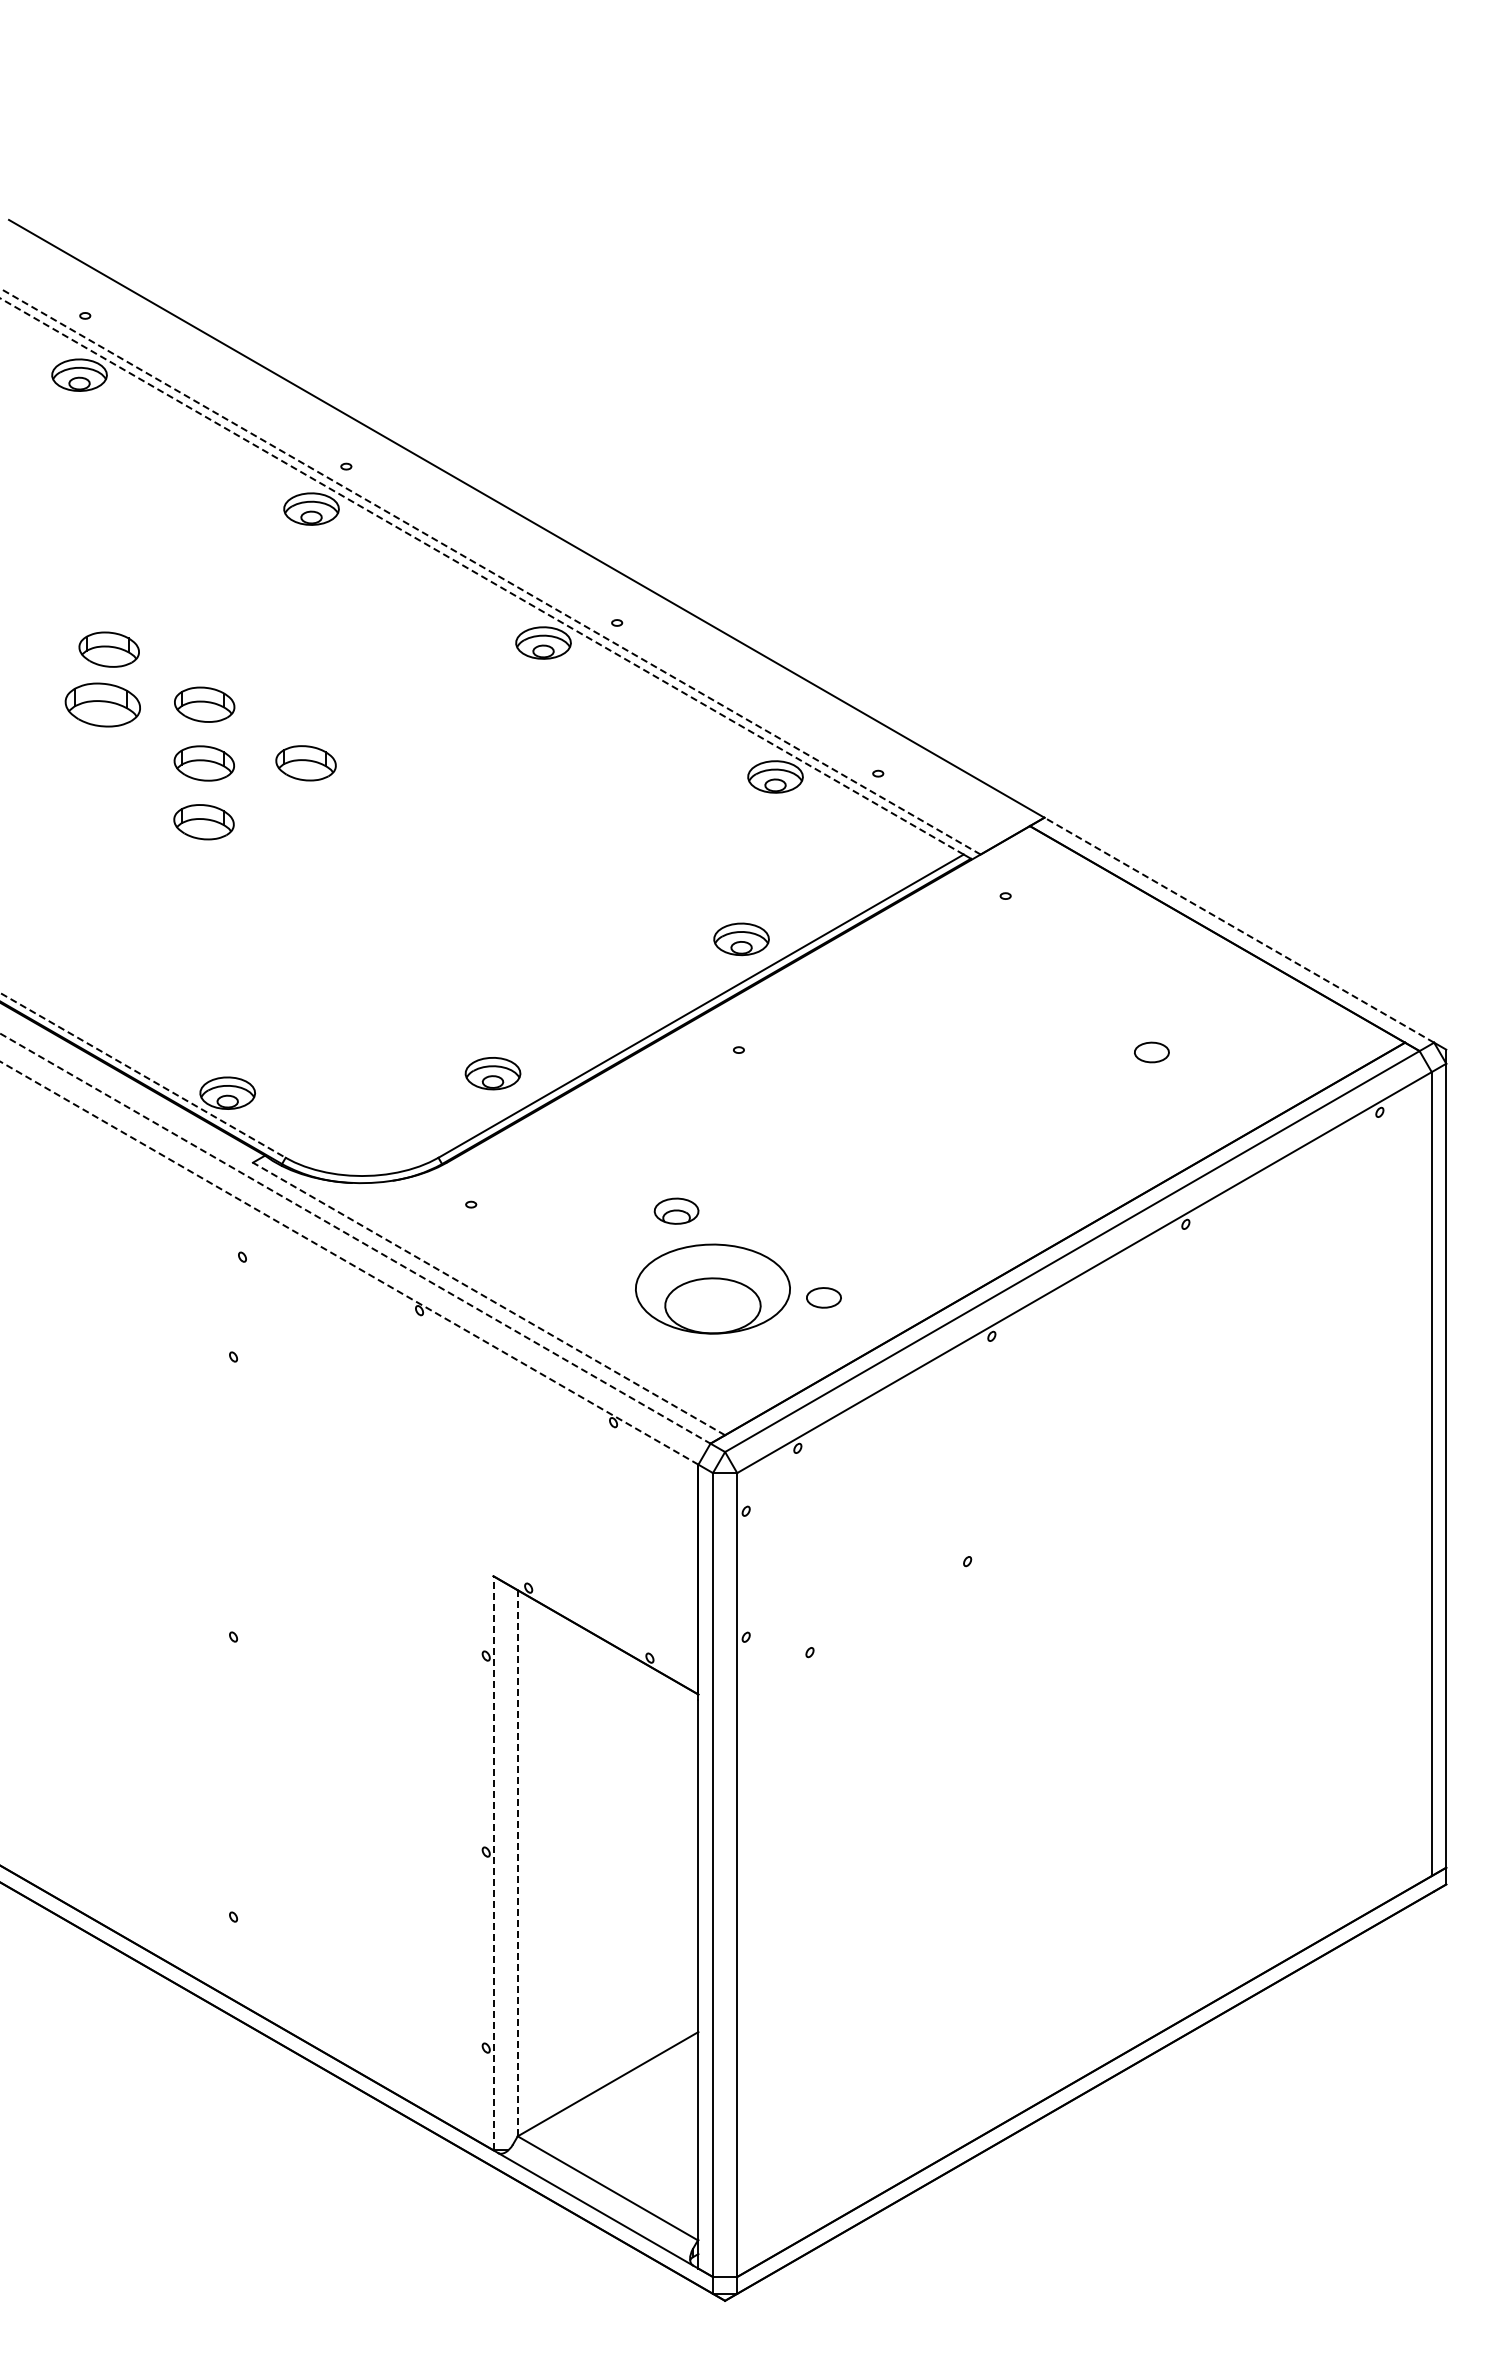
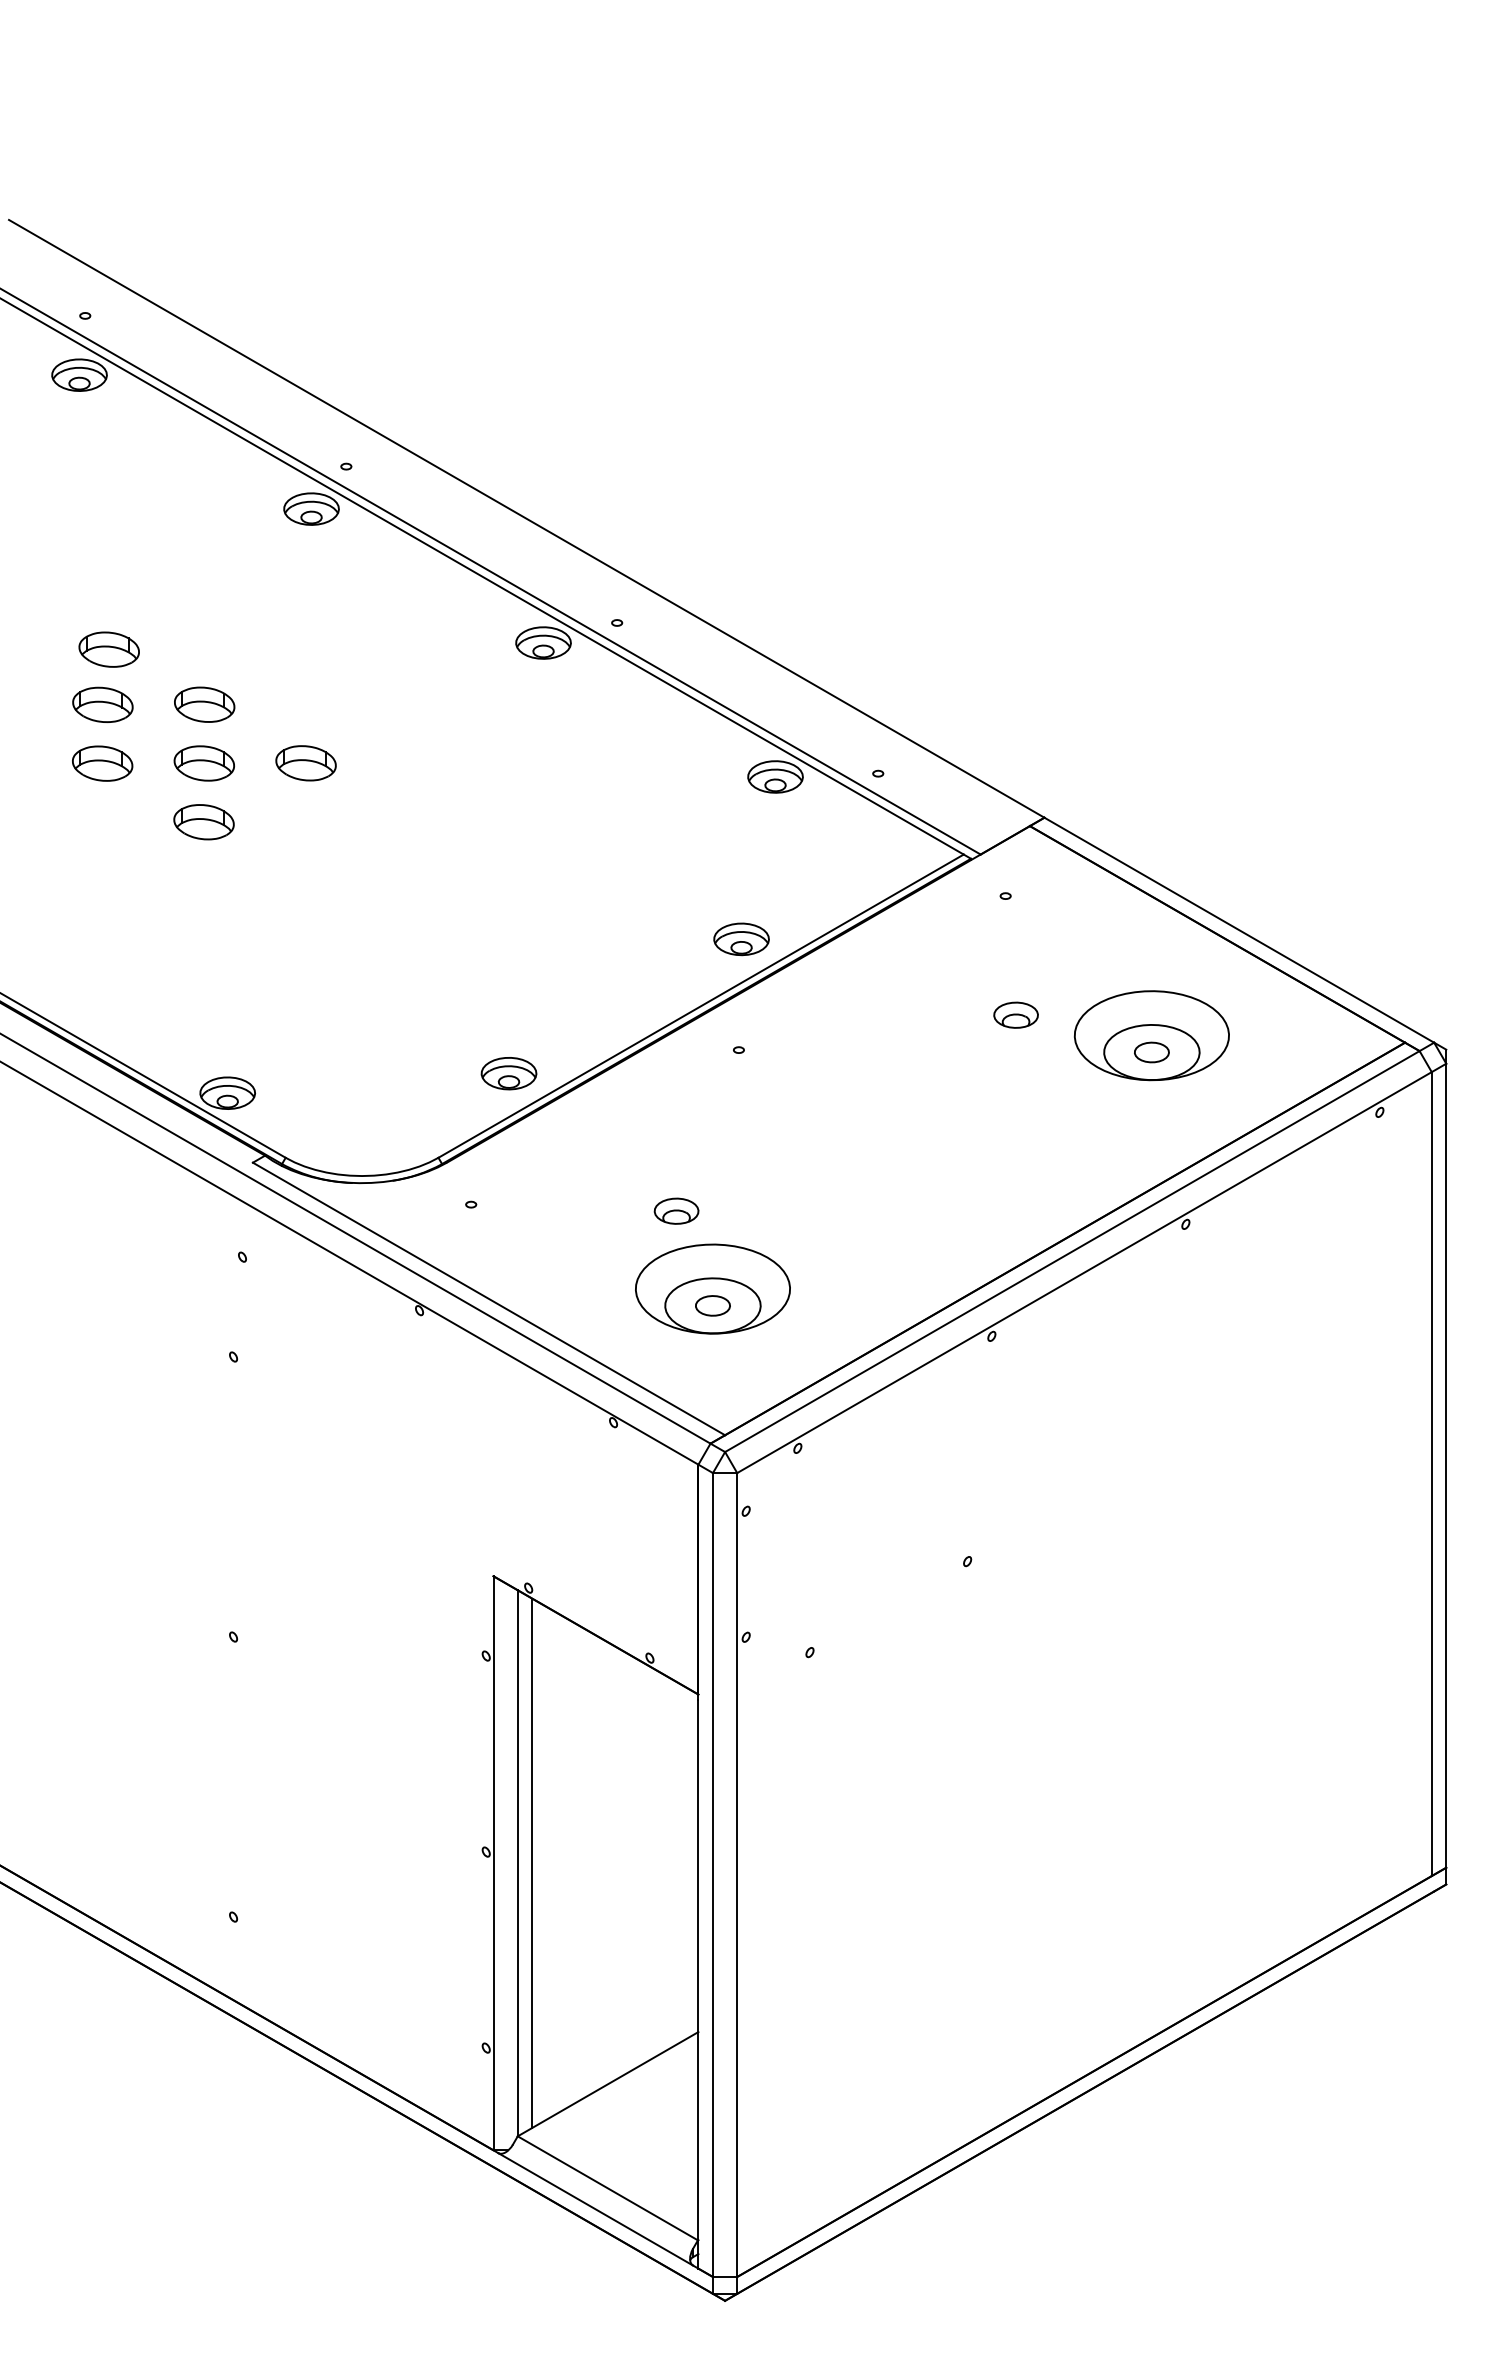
line at (490, 571): dashed -> solid
line at (481, 576): dashed -> solid
part at (102, 704) size: 77x46 px -> 62x37 px
part at (102, 763): none -> present
line at (1239, 930): dashed -> solid
part at (1015, 1014): none -> present
part at (1151, 1035): none -> present
part at (492, 1073) position: (492, 1073) -> (508, 1073)
line at (142, 1075): dashed -> solid
line at (355, 1238): dashed -> solid
line at (349, 1263): dashed -> solid
part at (823, 1297) position: (823, 1297) -> (712, 1305)
line at (489, 1298): dashed -> solid
line at (493, 1862): dashed -> solid
line at (532, 1862): none -> present
line at (517, 1863): dashed -> solid
